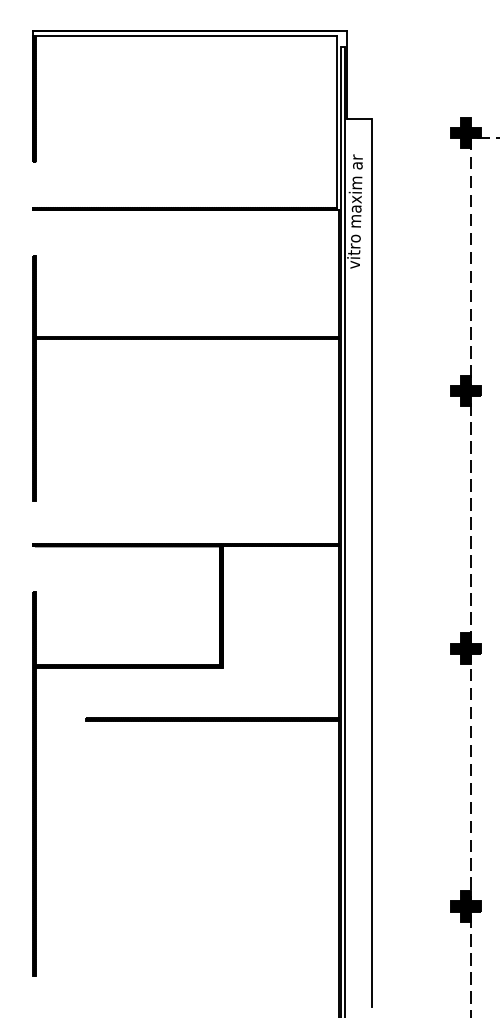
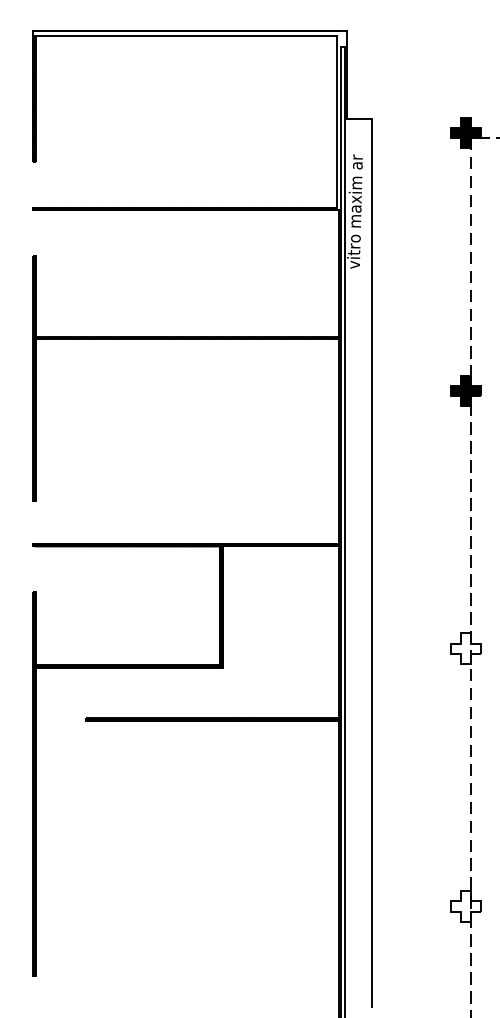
fill at (465, 648): present -> none
fill at (465, 906): present -> none
